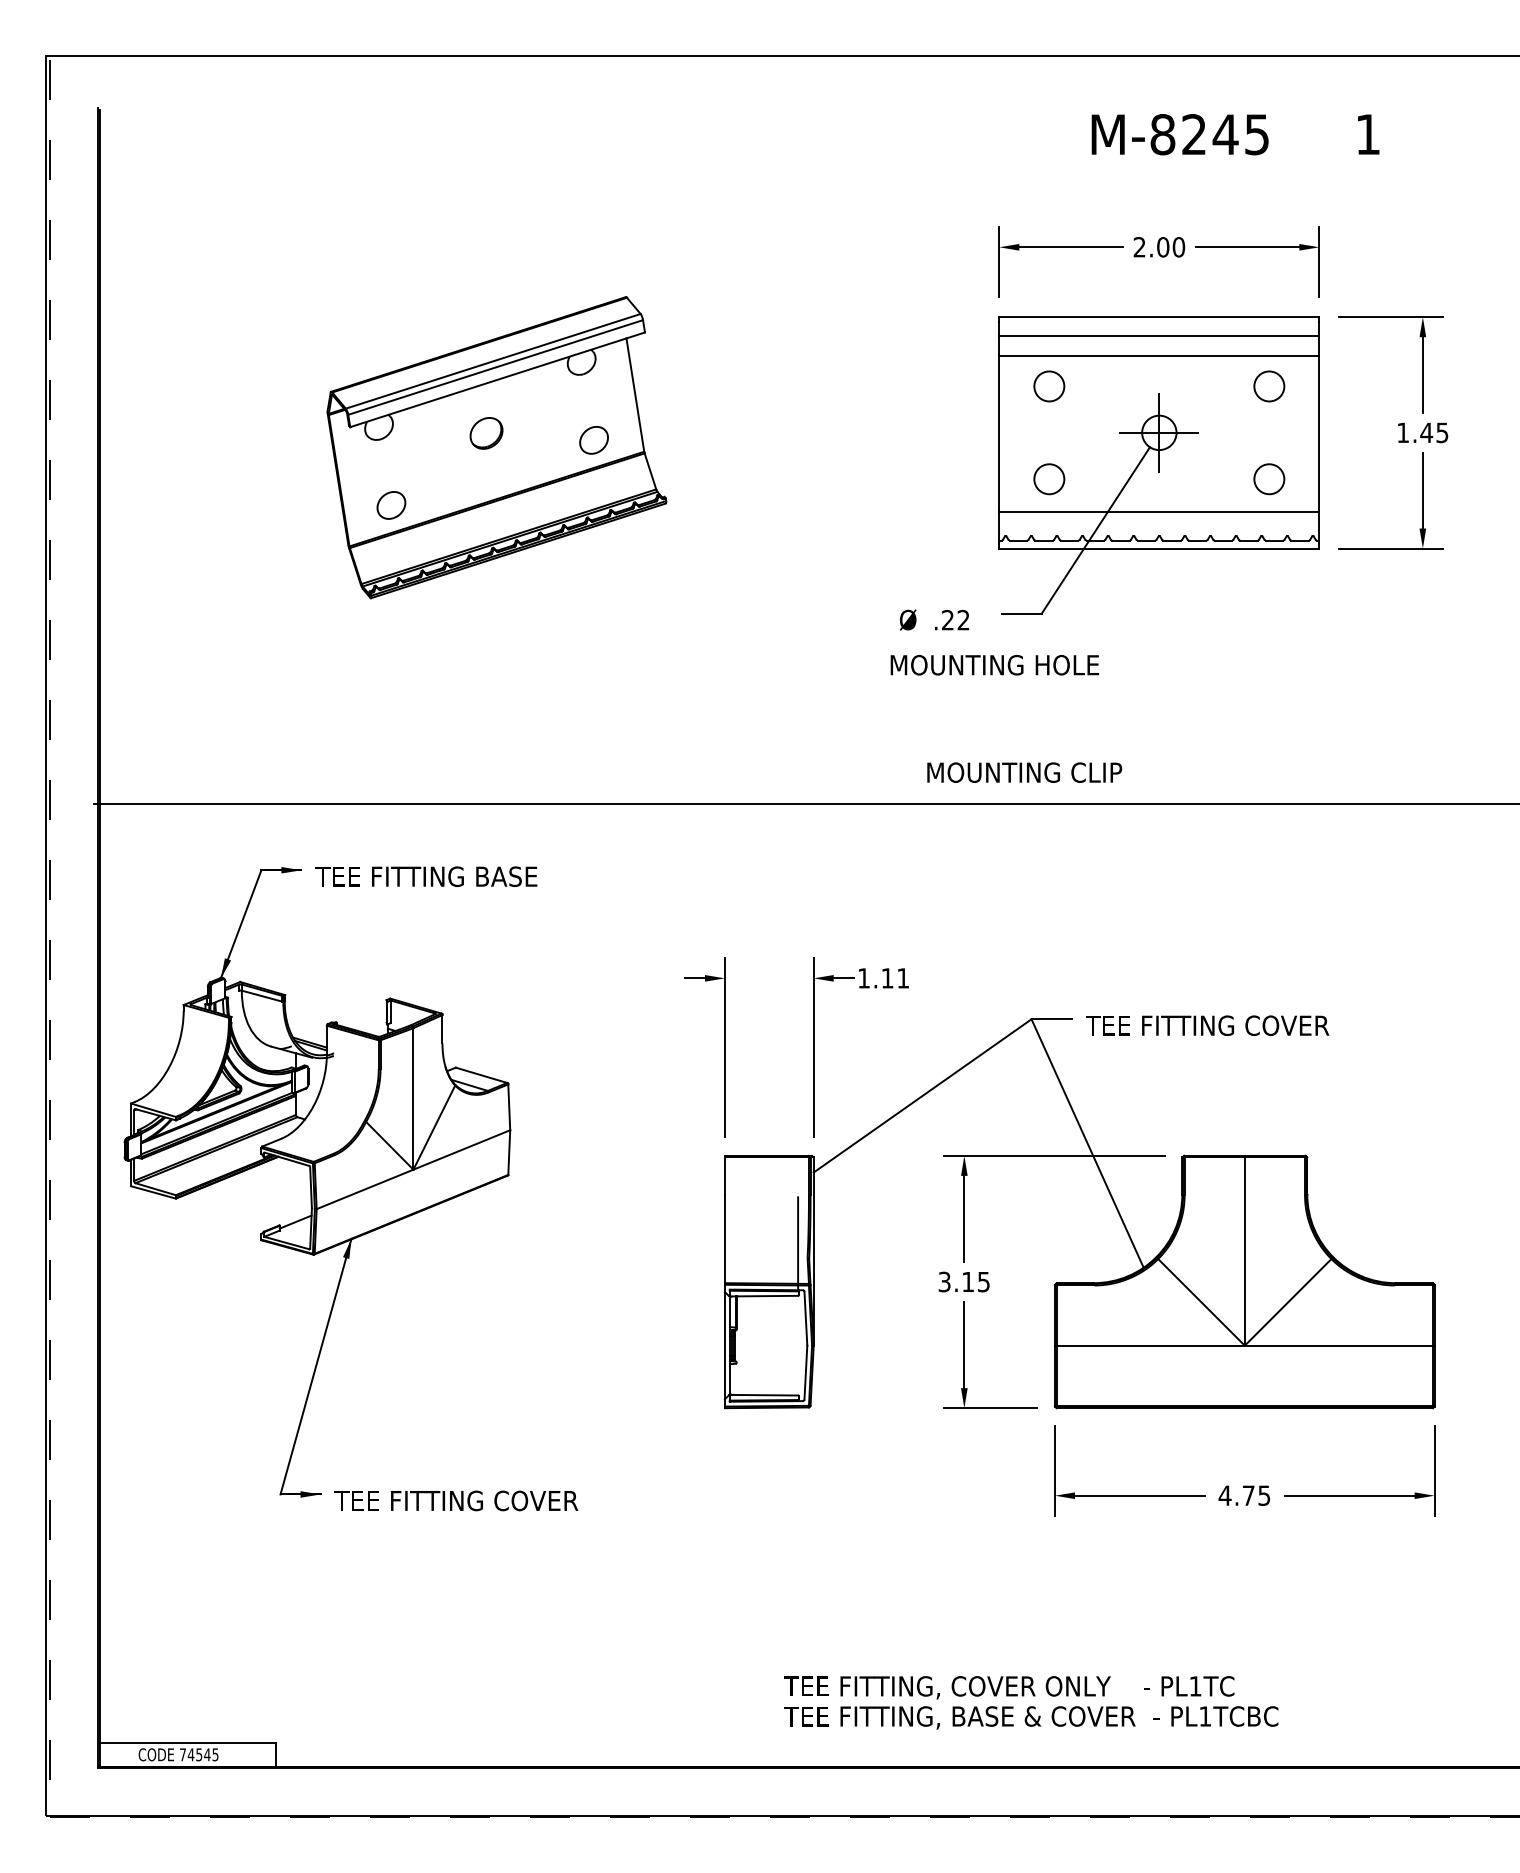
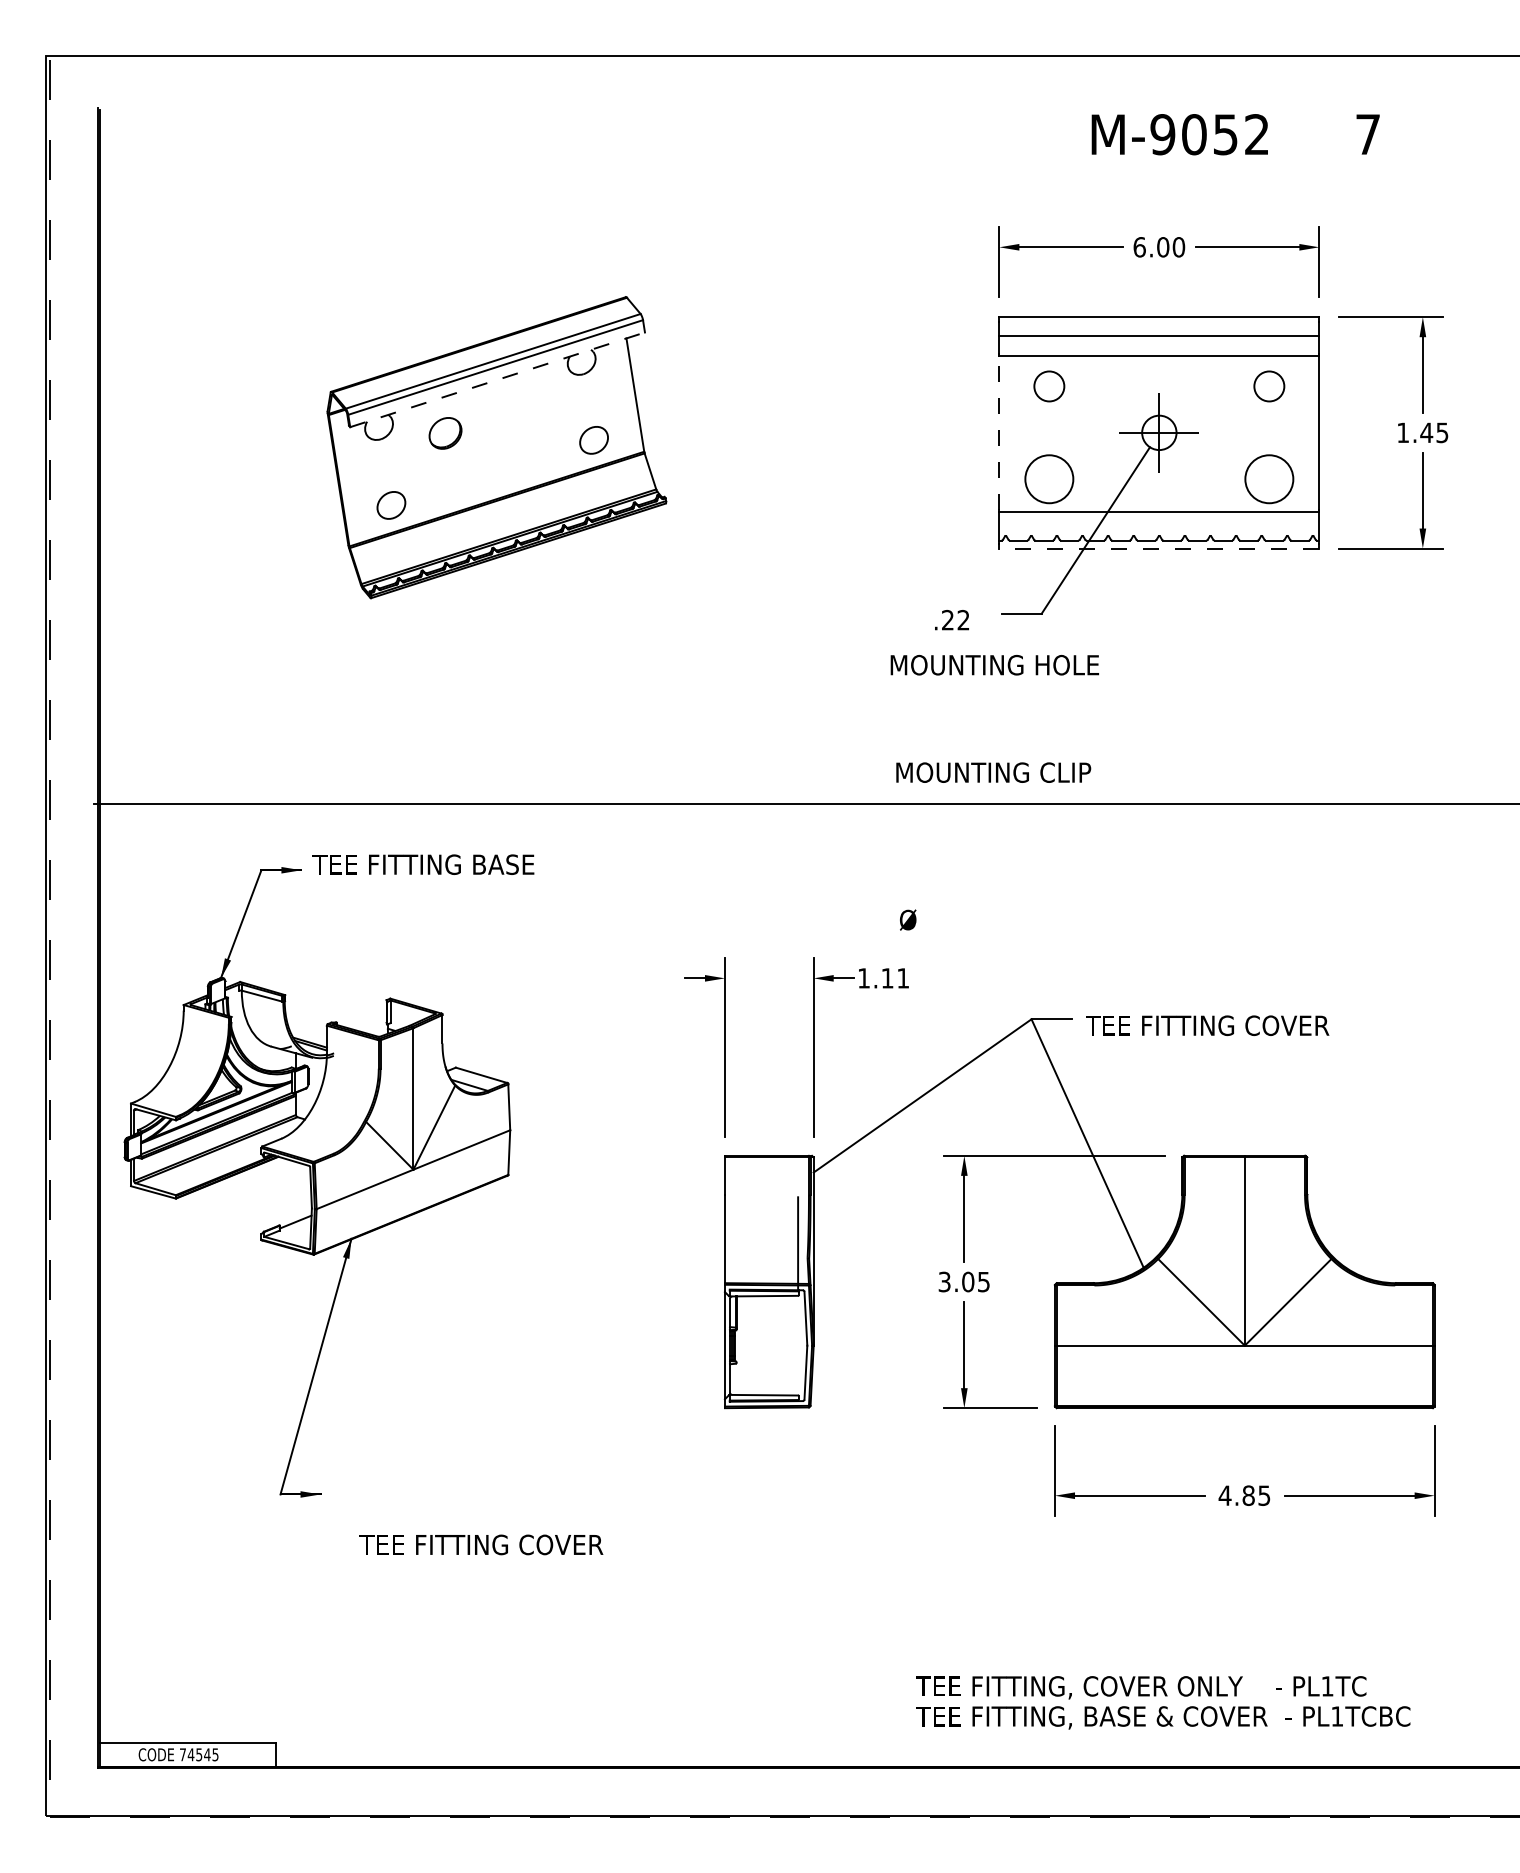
text at (1209, 134): M-8245 -> M-9052
text at (1367, 134): 1 -> 7
text at (1139, 247): 2.00 -> 6.00
line at (497, 379): solid -> dashed
line at (999, 432): solid -> dashed
part at (486, 433) position: (486, 433) -> (445, 433)
circle at (1049, 479) diameter: 30 px -> 48 px
circle at (1269, 479) diameter: 30 px -> 48 px
line at (1159, 548): solid -> dashed
text at (908, 619) position: (908, 619) -> (908, 919)
text at (1024, 772) position: (1024, 772) -> (993, 772)
text at (426, 876) position: (426, 876) -> (423, 864)
text at (968, 1281): 3.15 -> 3.05
text at (1248, 1495): 4.75 -> 4.85
text at (456, 1500) position: (456, 1500) -> (481, 1544)
text at (1031, 1702) position: (1031, 1702) -> (1163, 1702)
